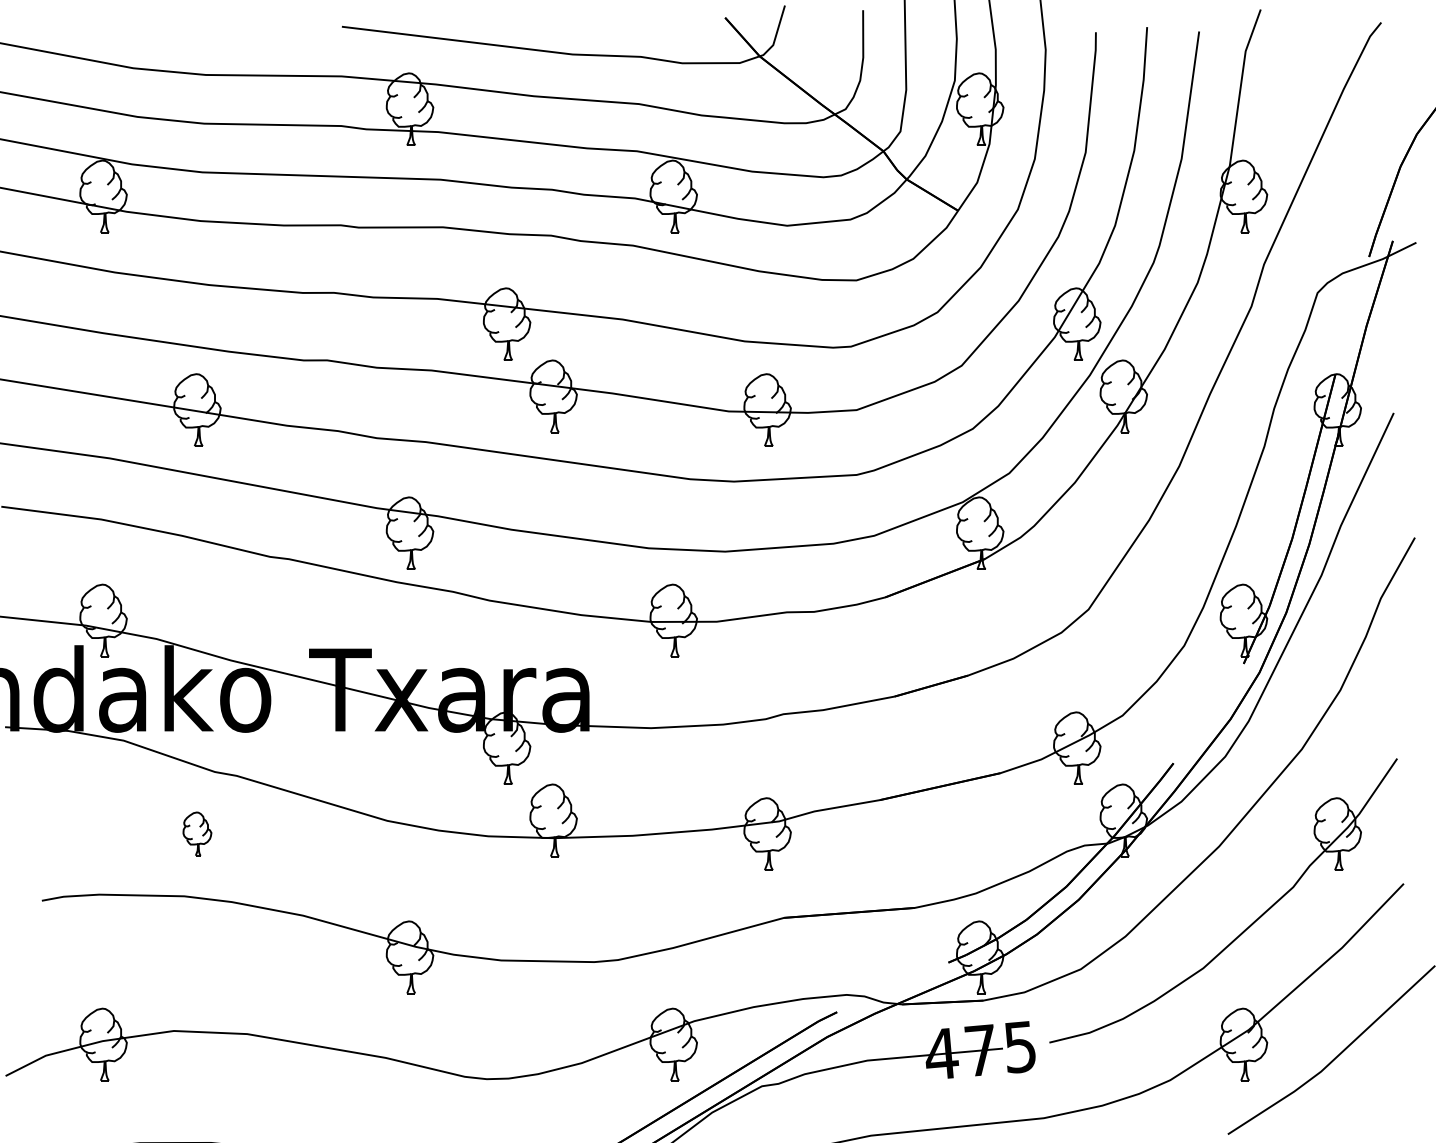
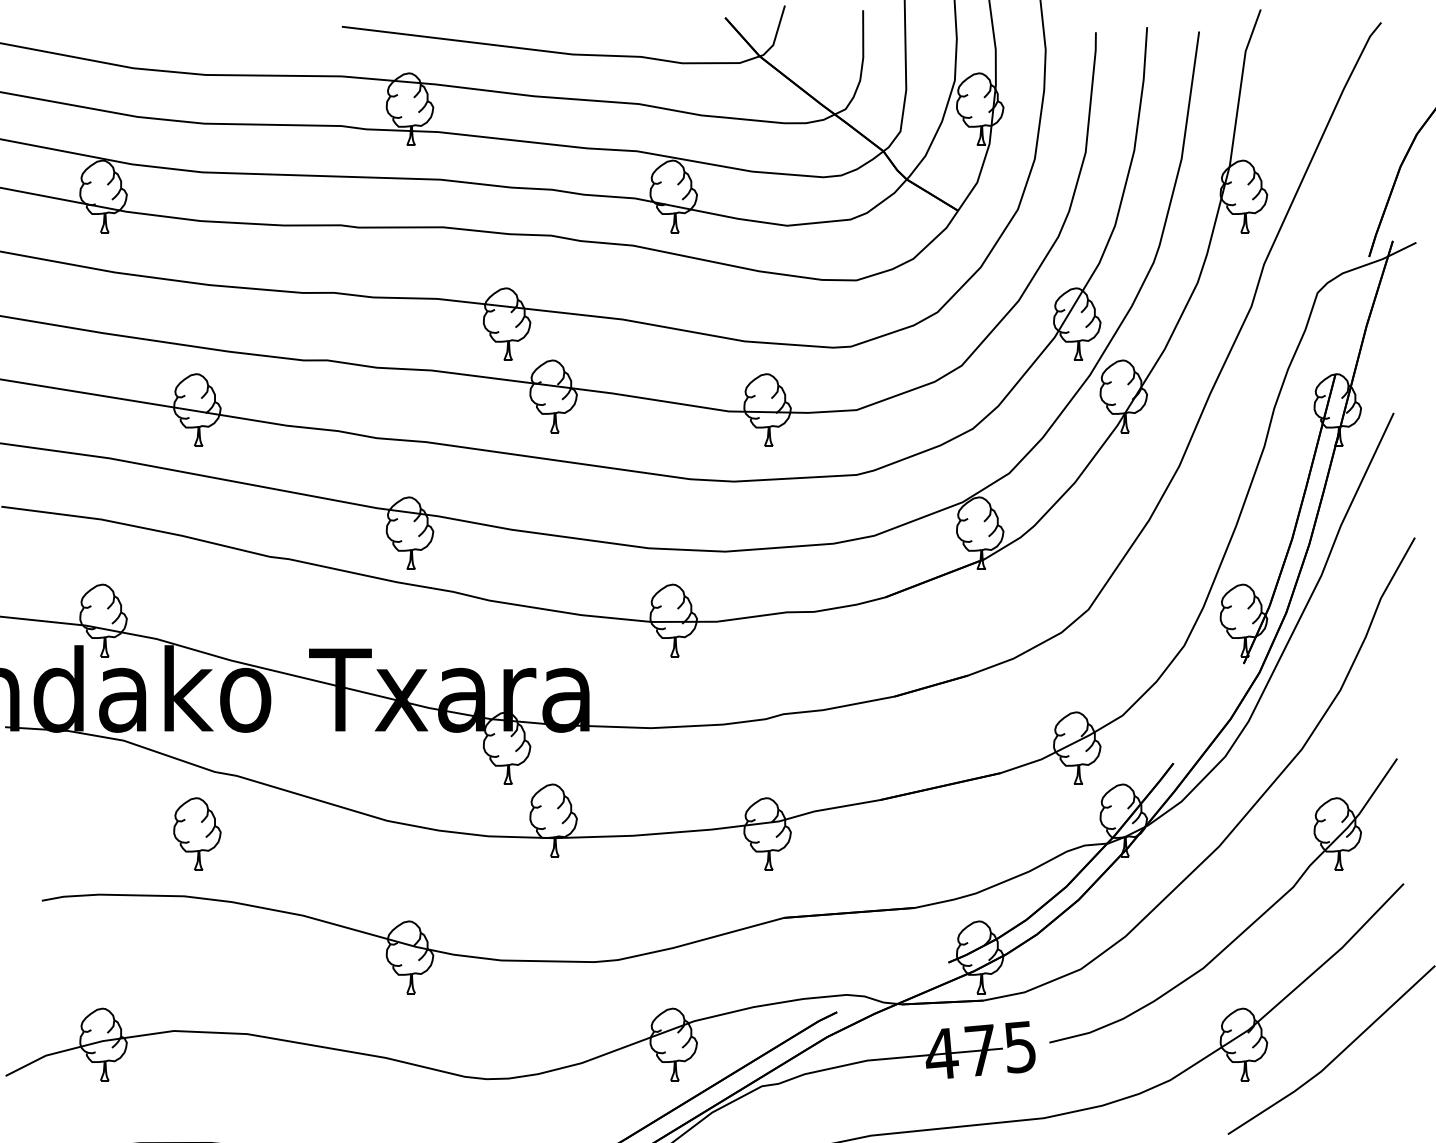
part at (197, 833) size: 31x46 px -> 49x74 px
